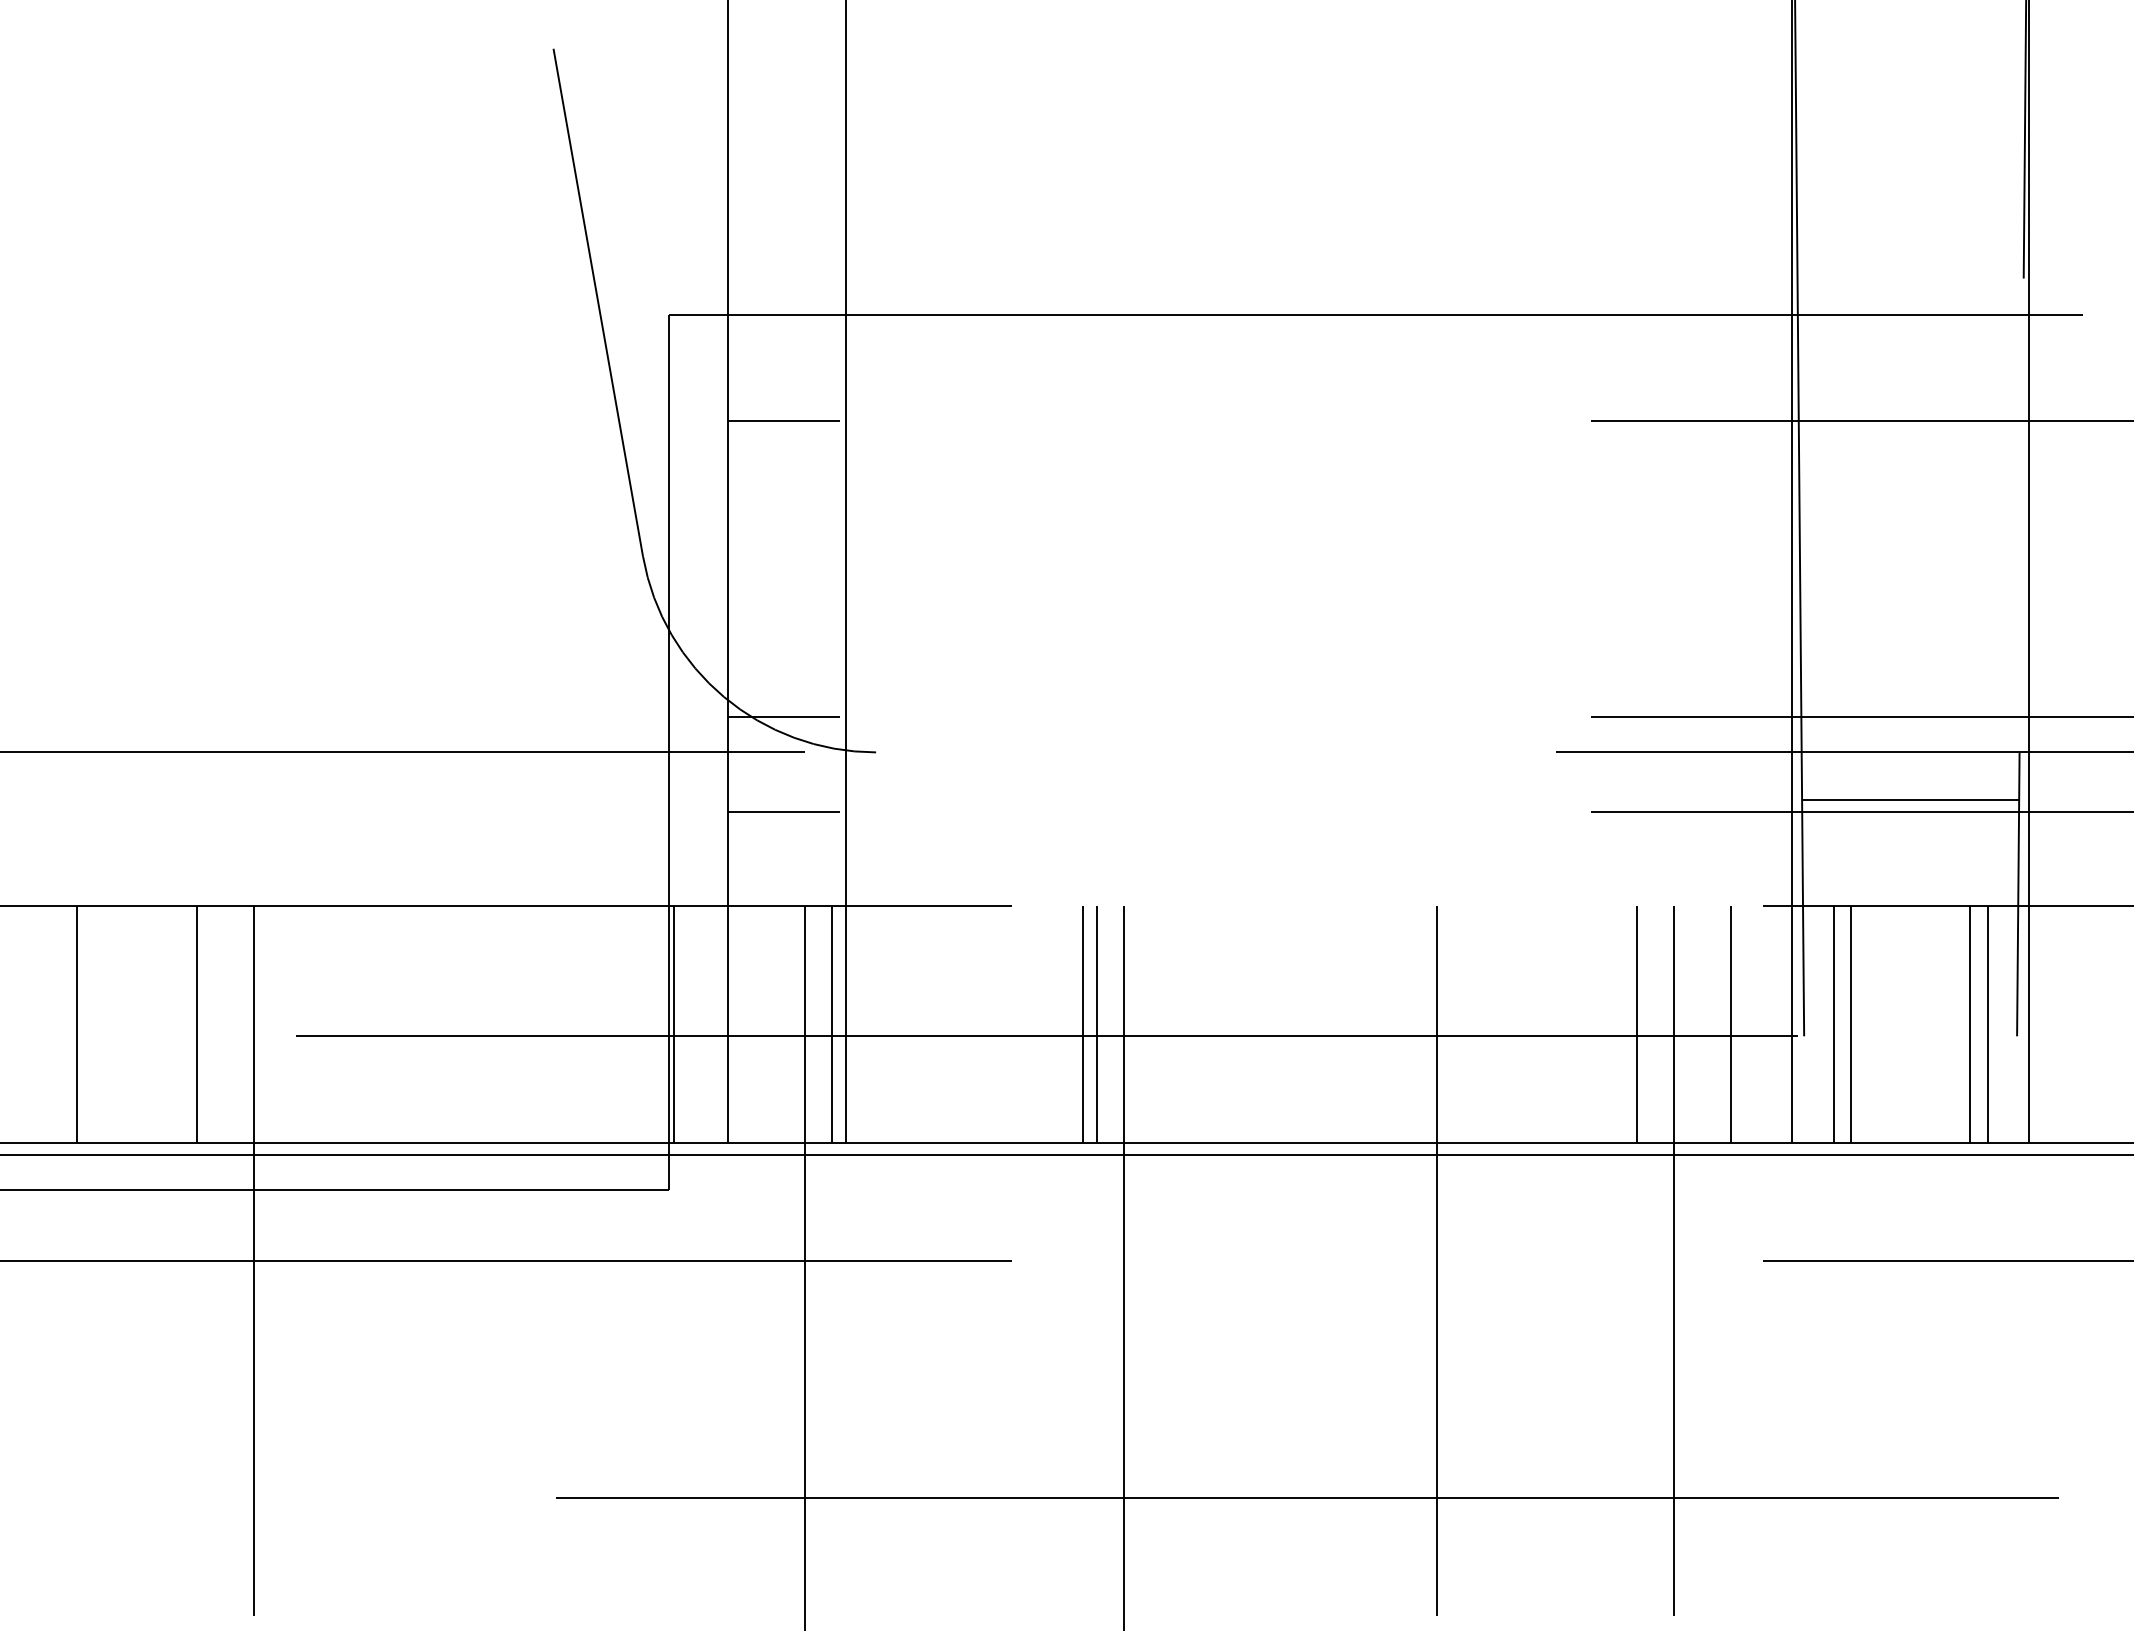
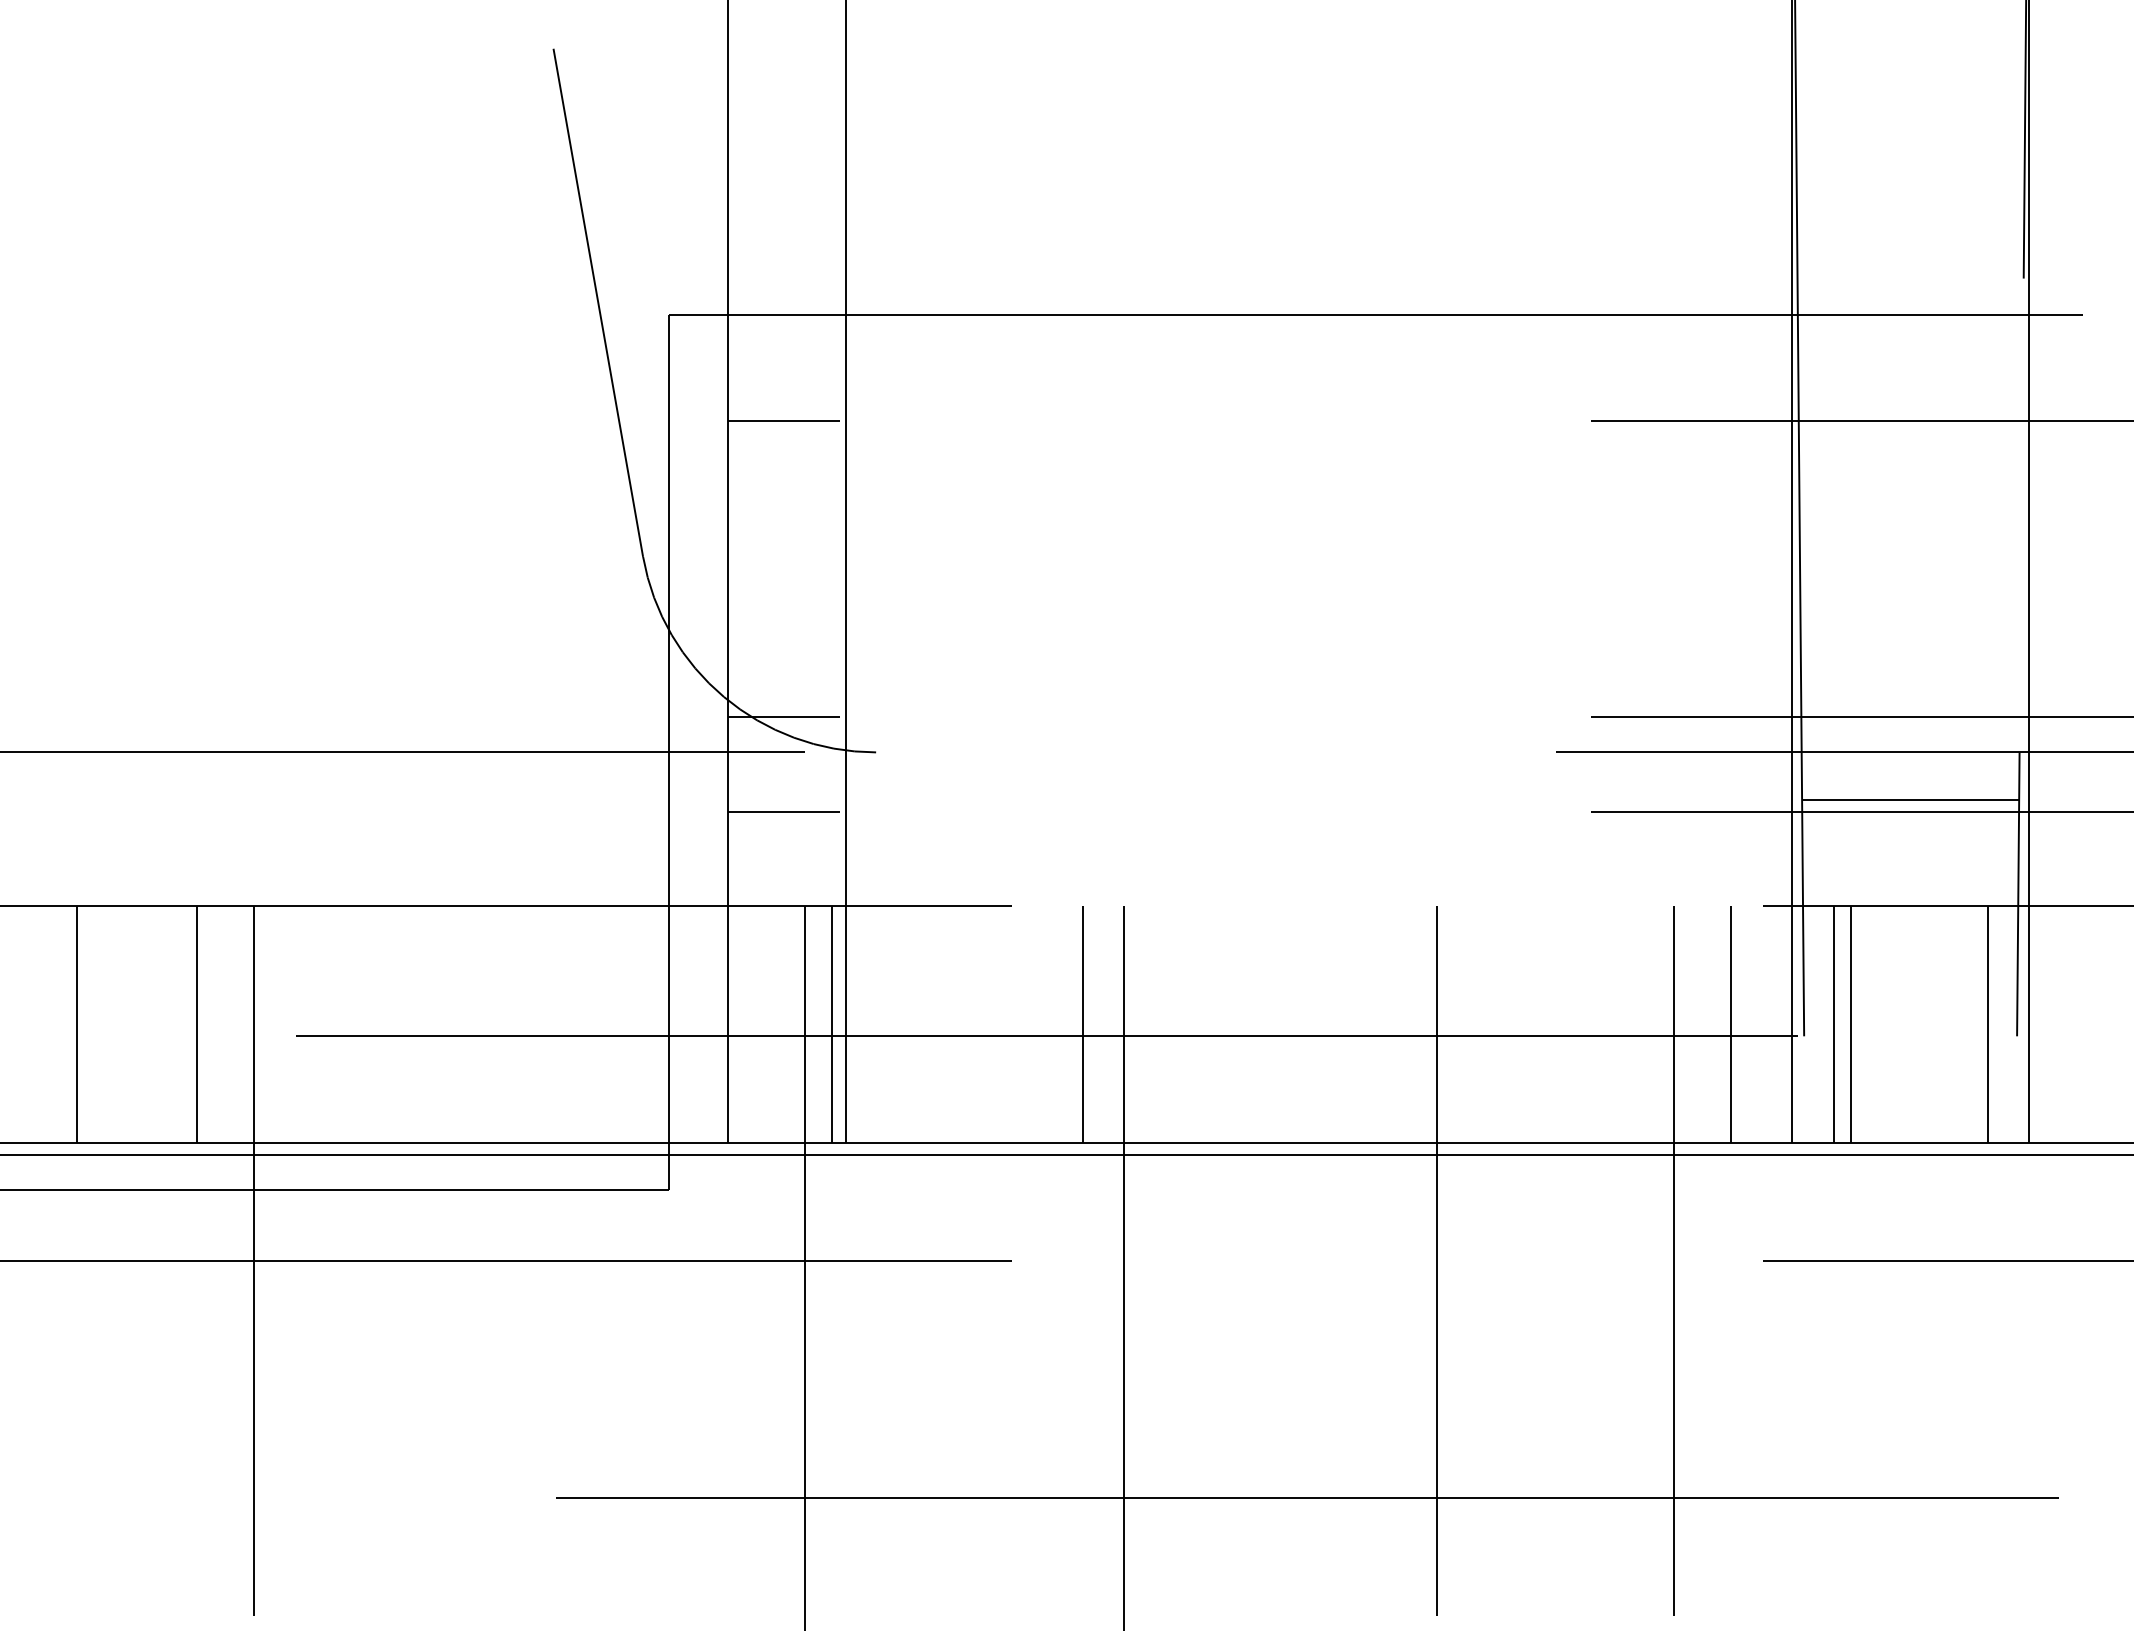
line at (674, 1024): present -> none
line at (1096, 1024): present -> none
line at (1637, 1024): present -> none
line at (1969, 1024): present -> none
